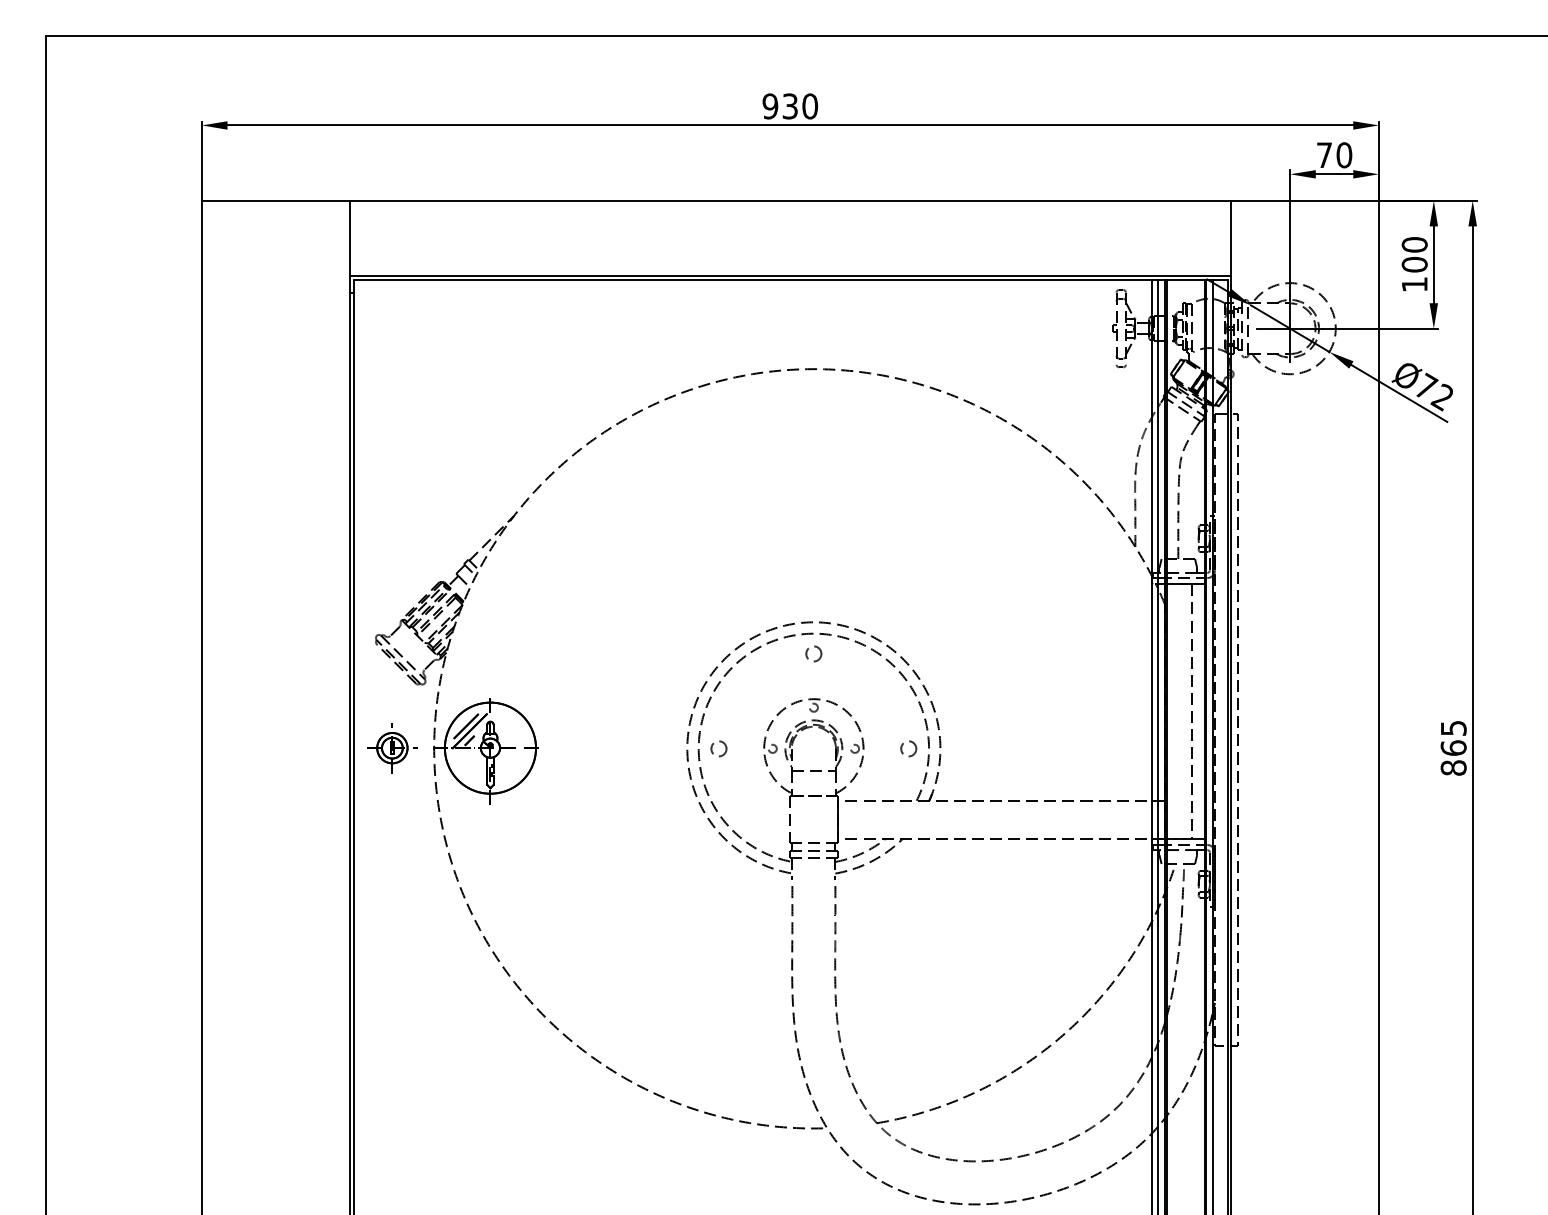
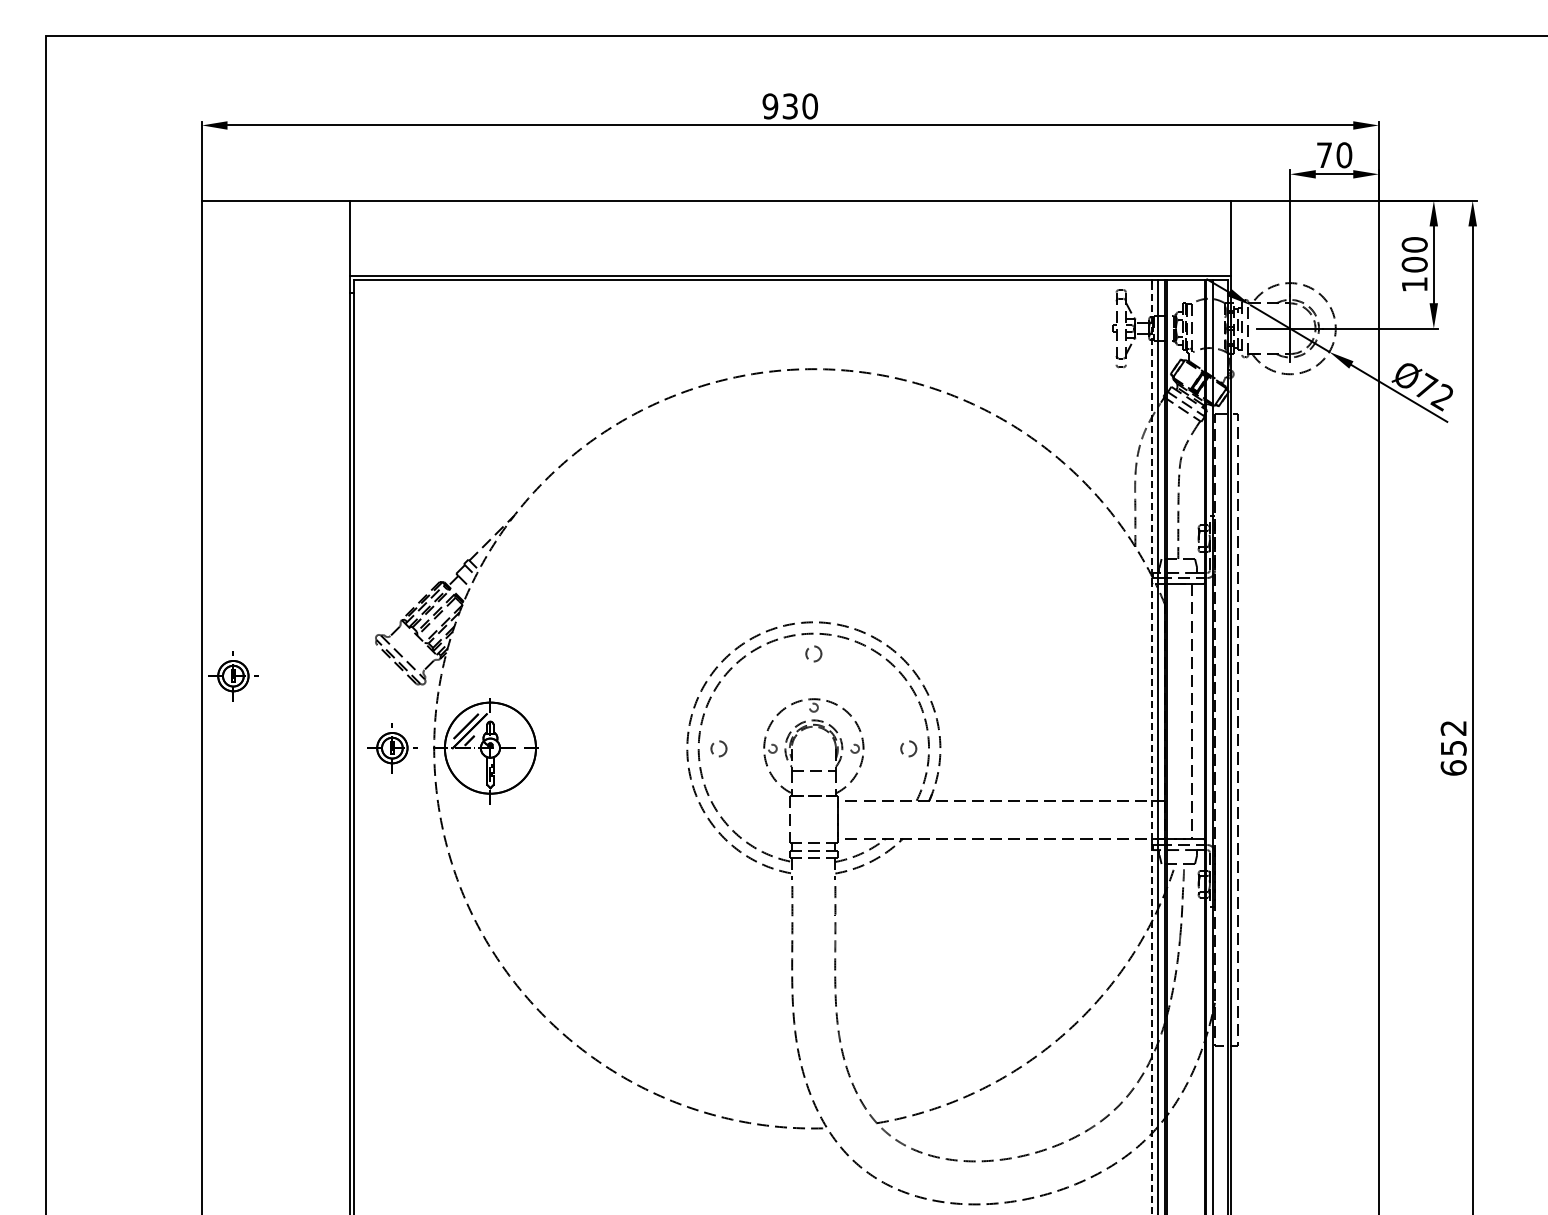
part at (233, 676): none -> present
line at (1151, 747): solid -> dashed
text at (1453, 748): 865 -> 652
